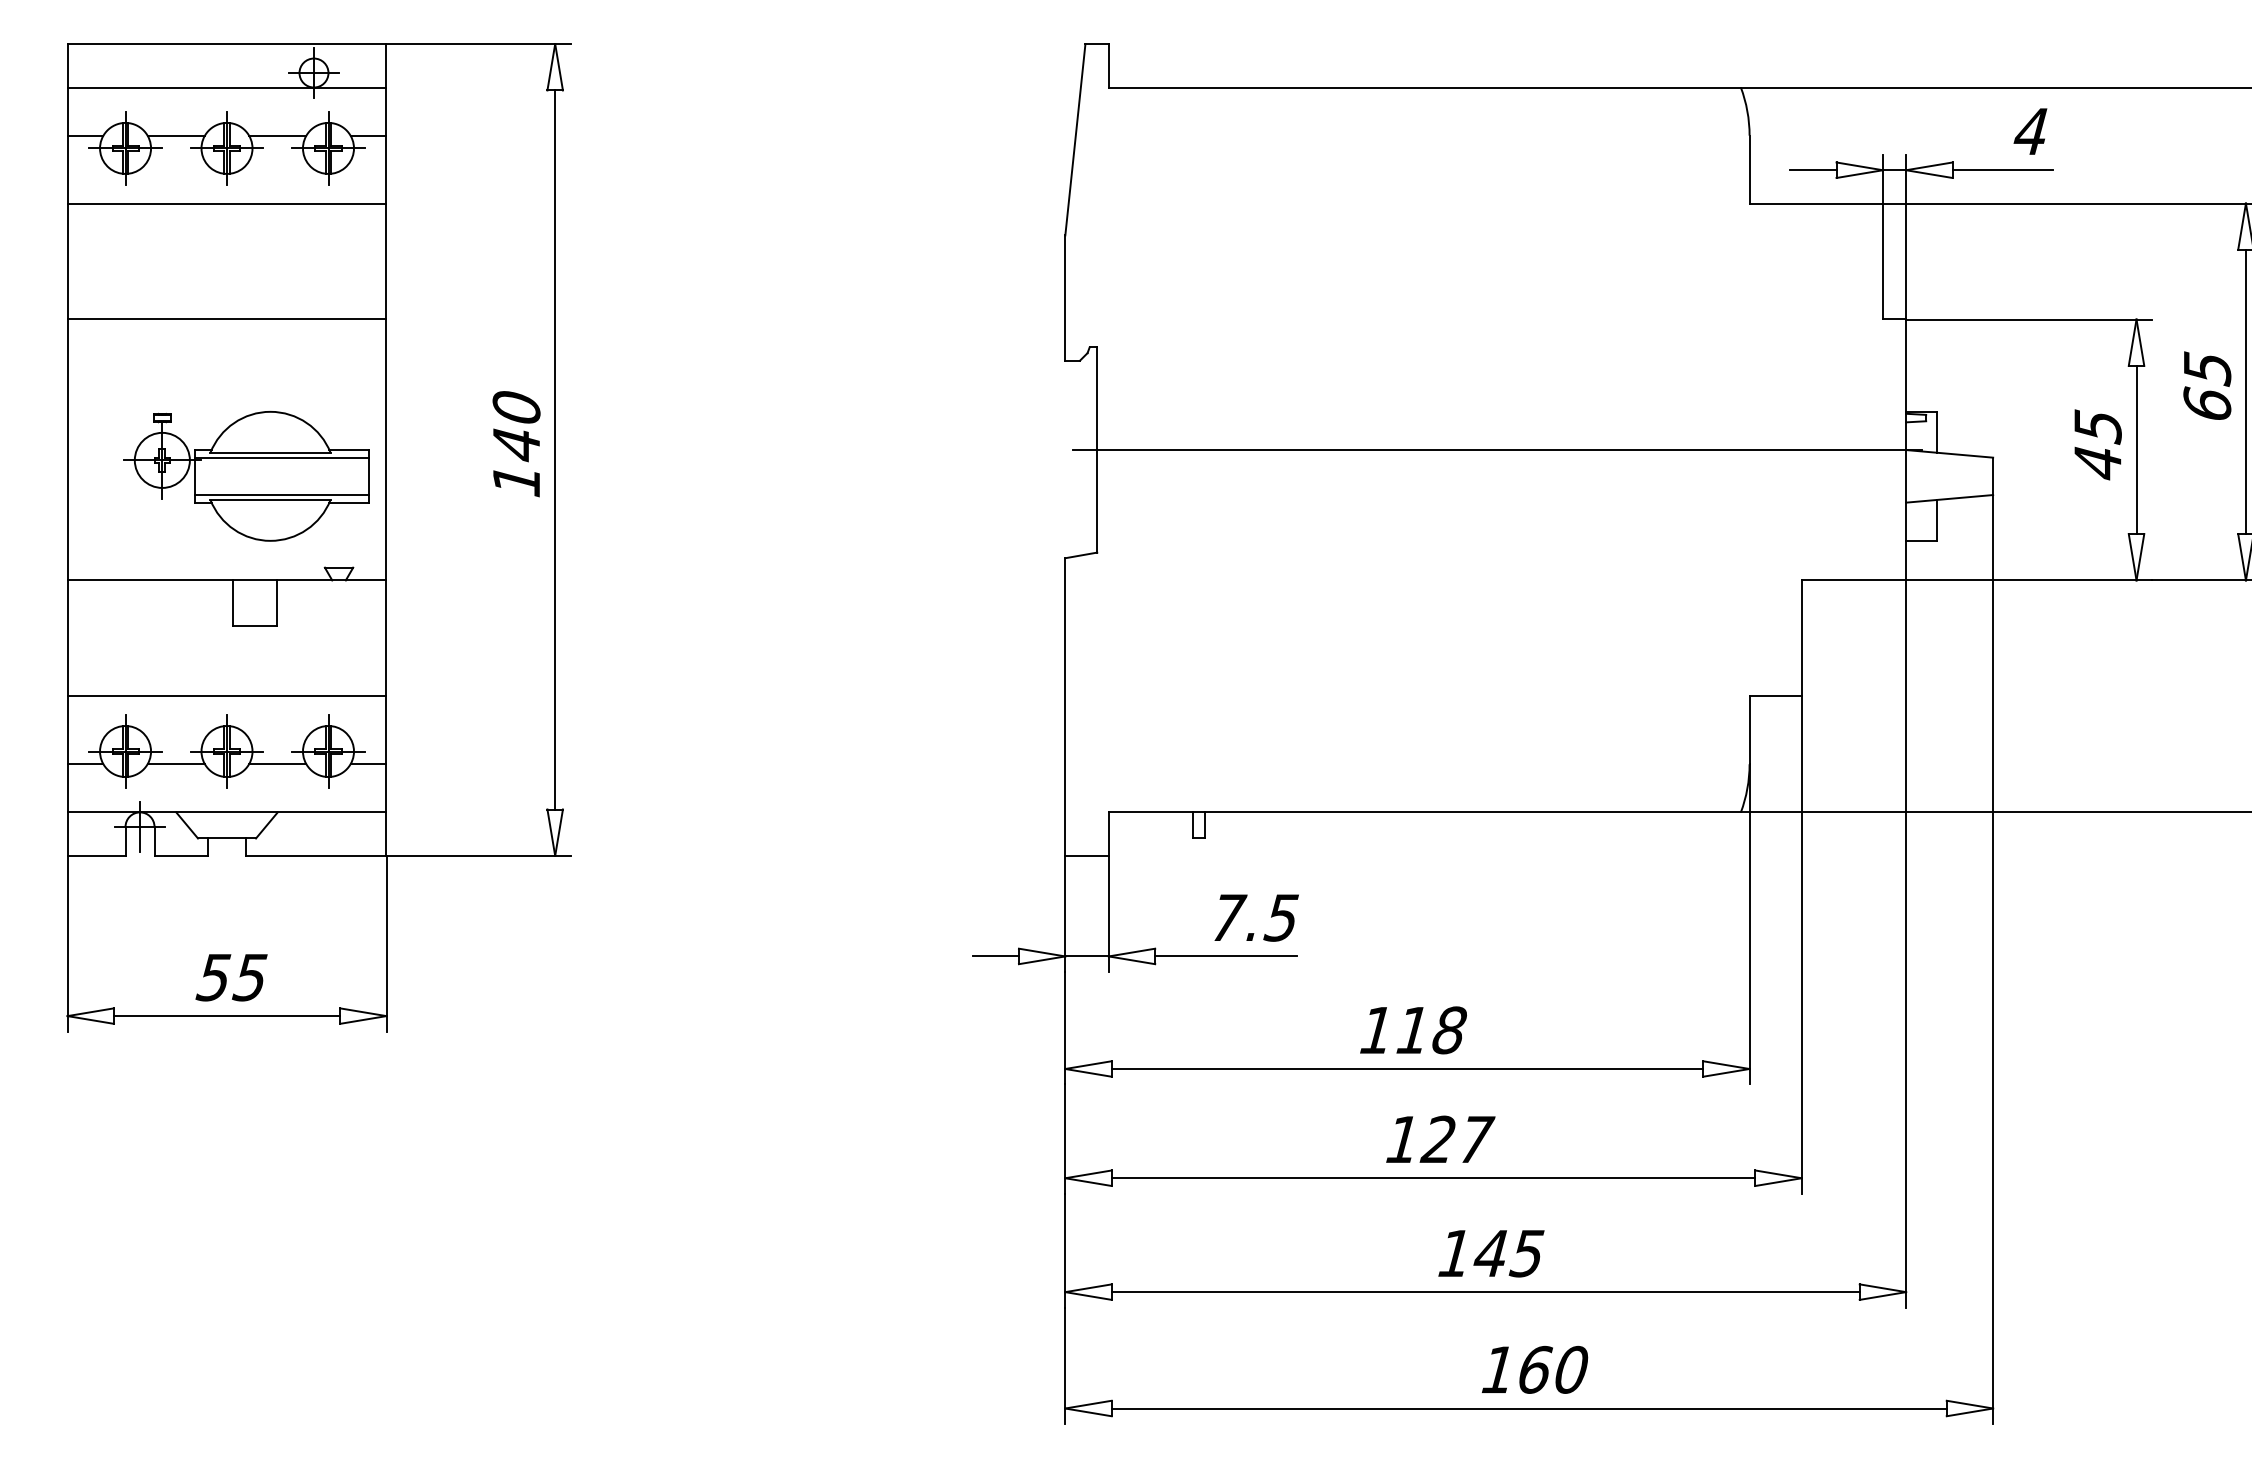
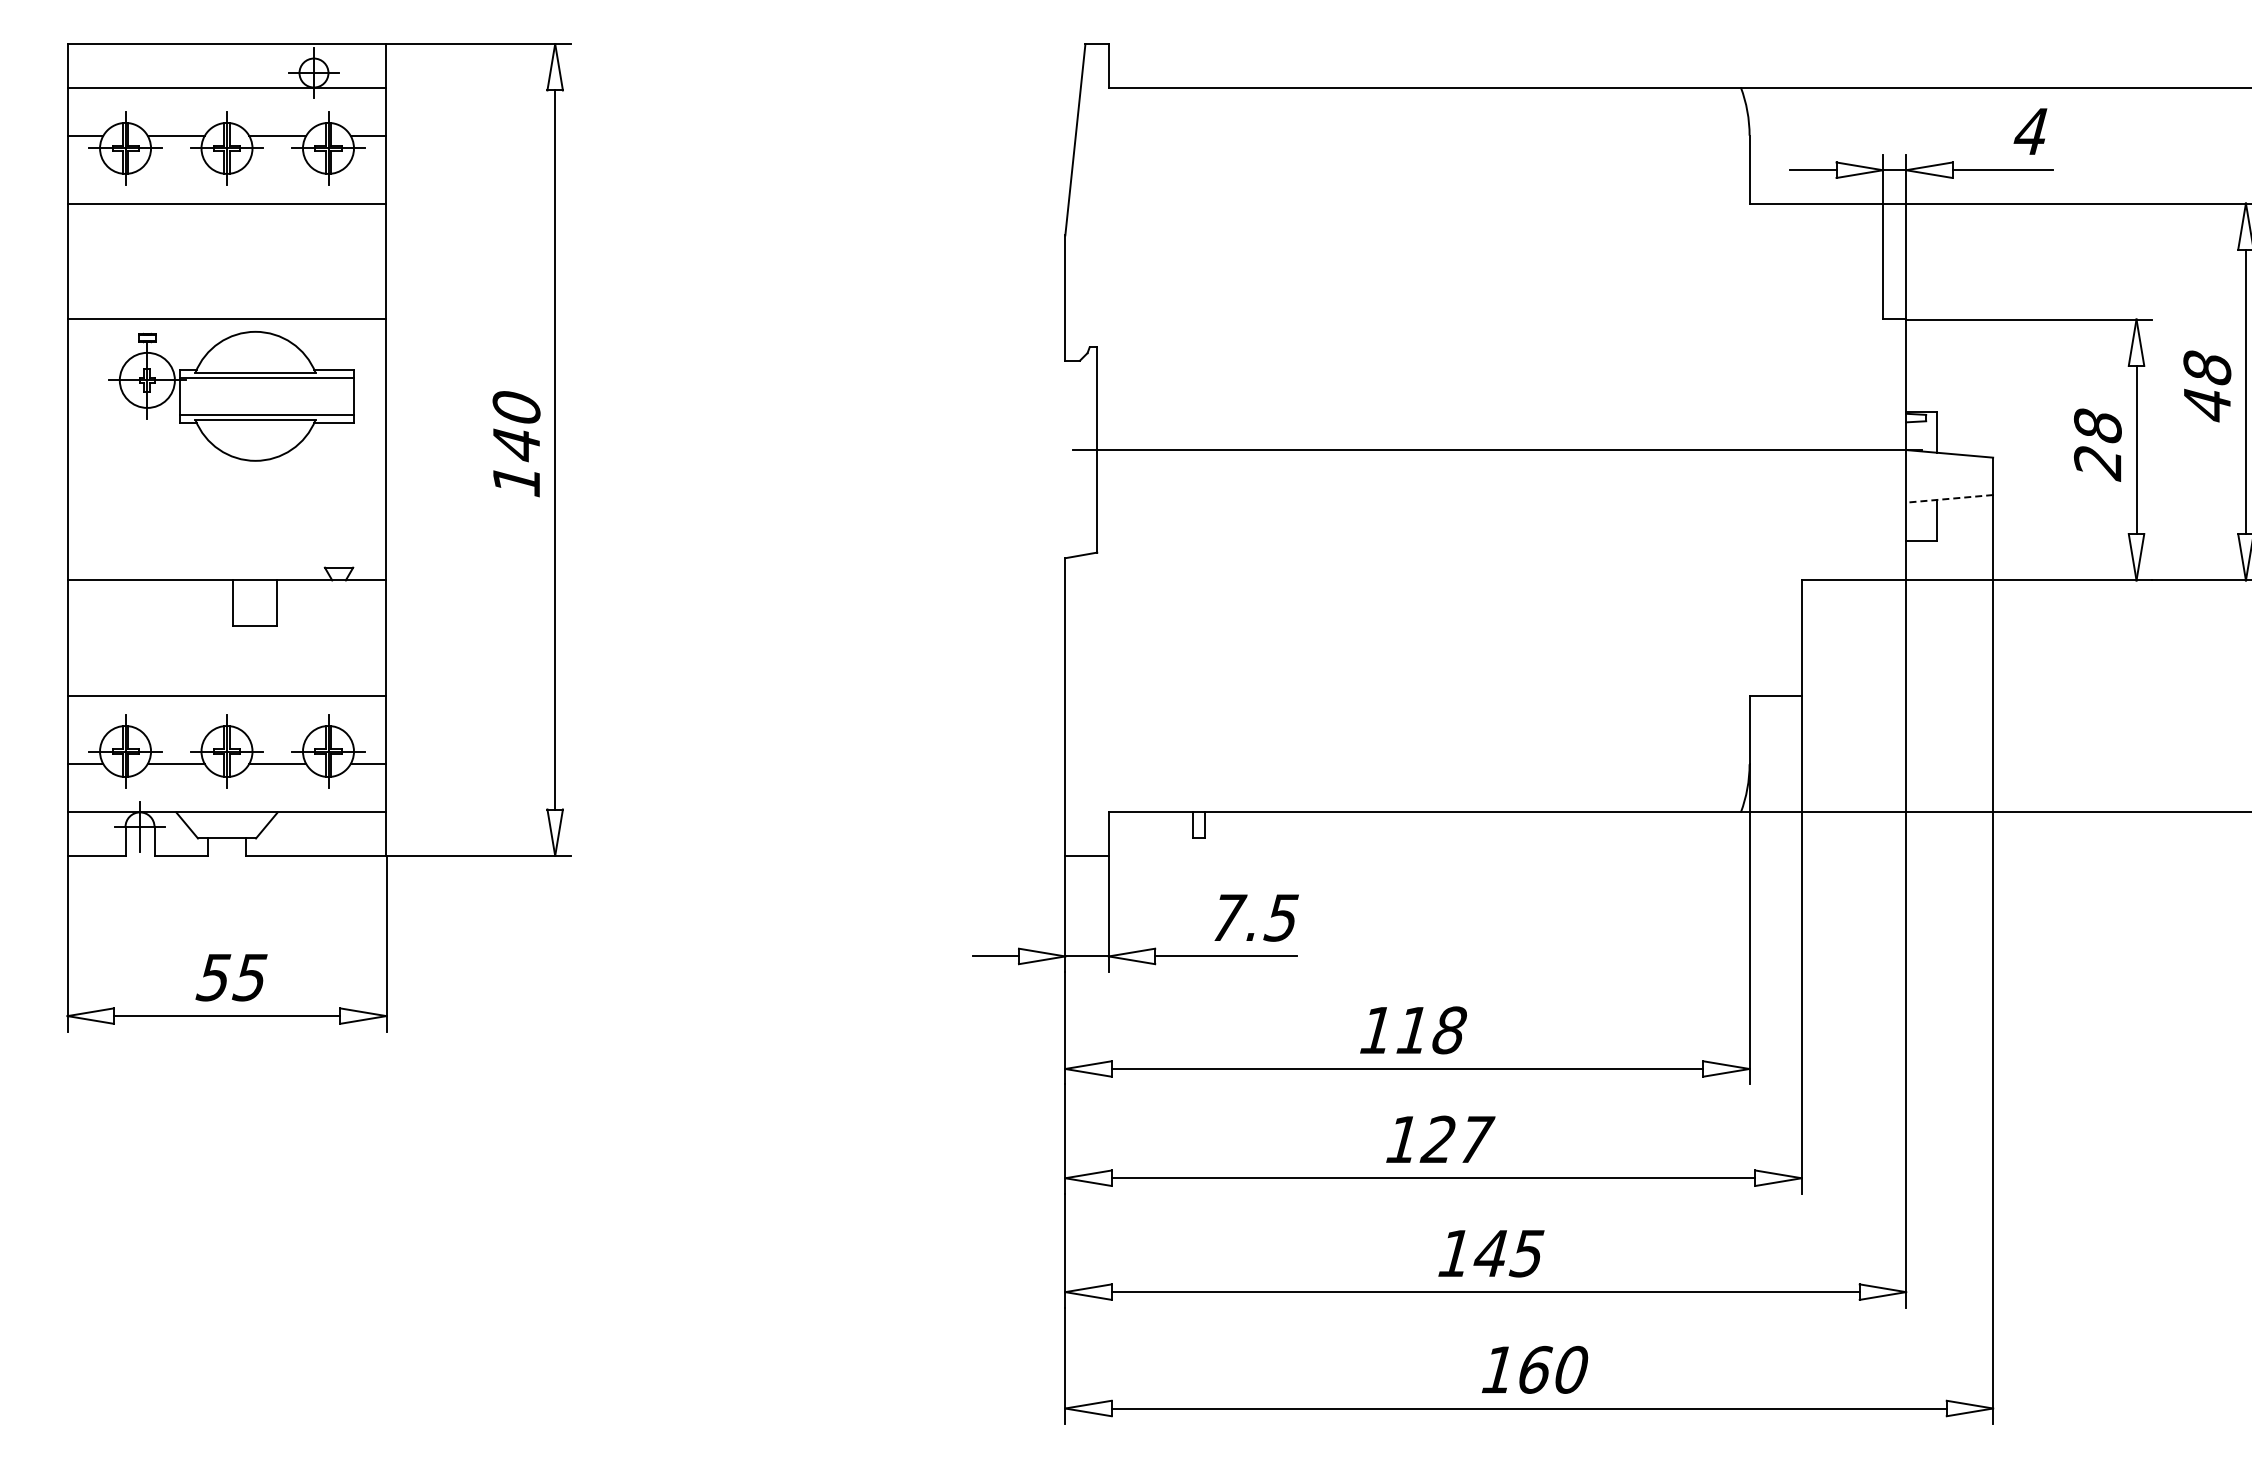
text at (2207, 386): 65 -> 48
text at (2097, 444): 45 -> 28
part at (246, 476) position: (246, 476) -> (231, 396)
line at (1949, 498): solid -> dashed
